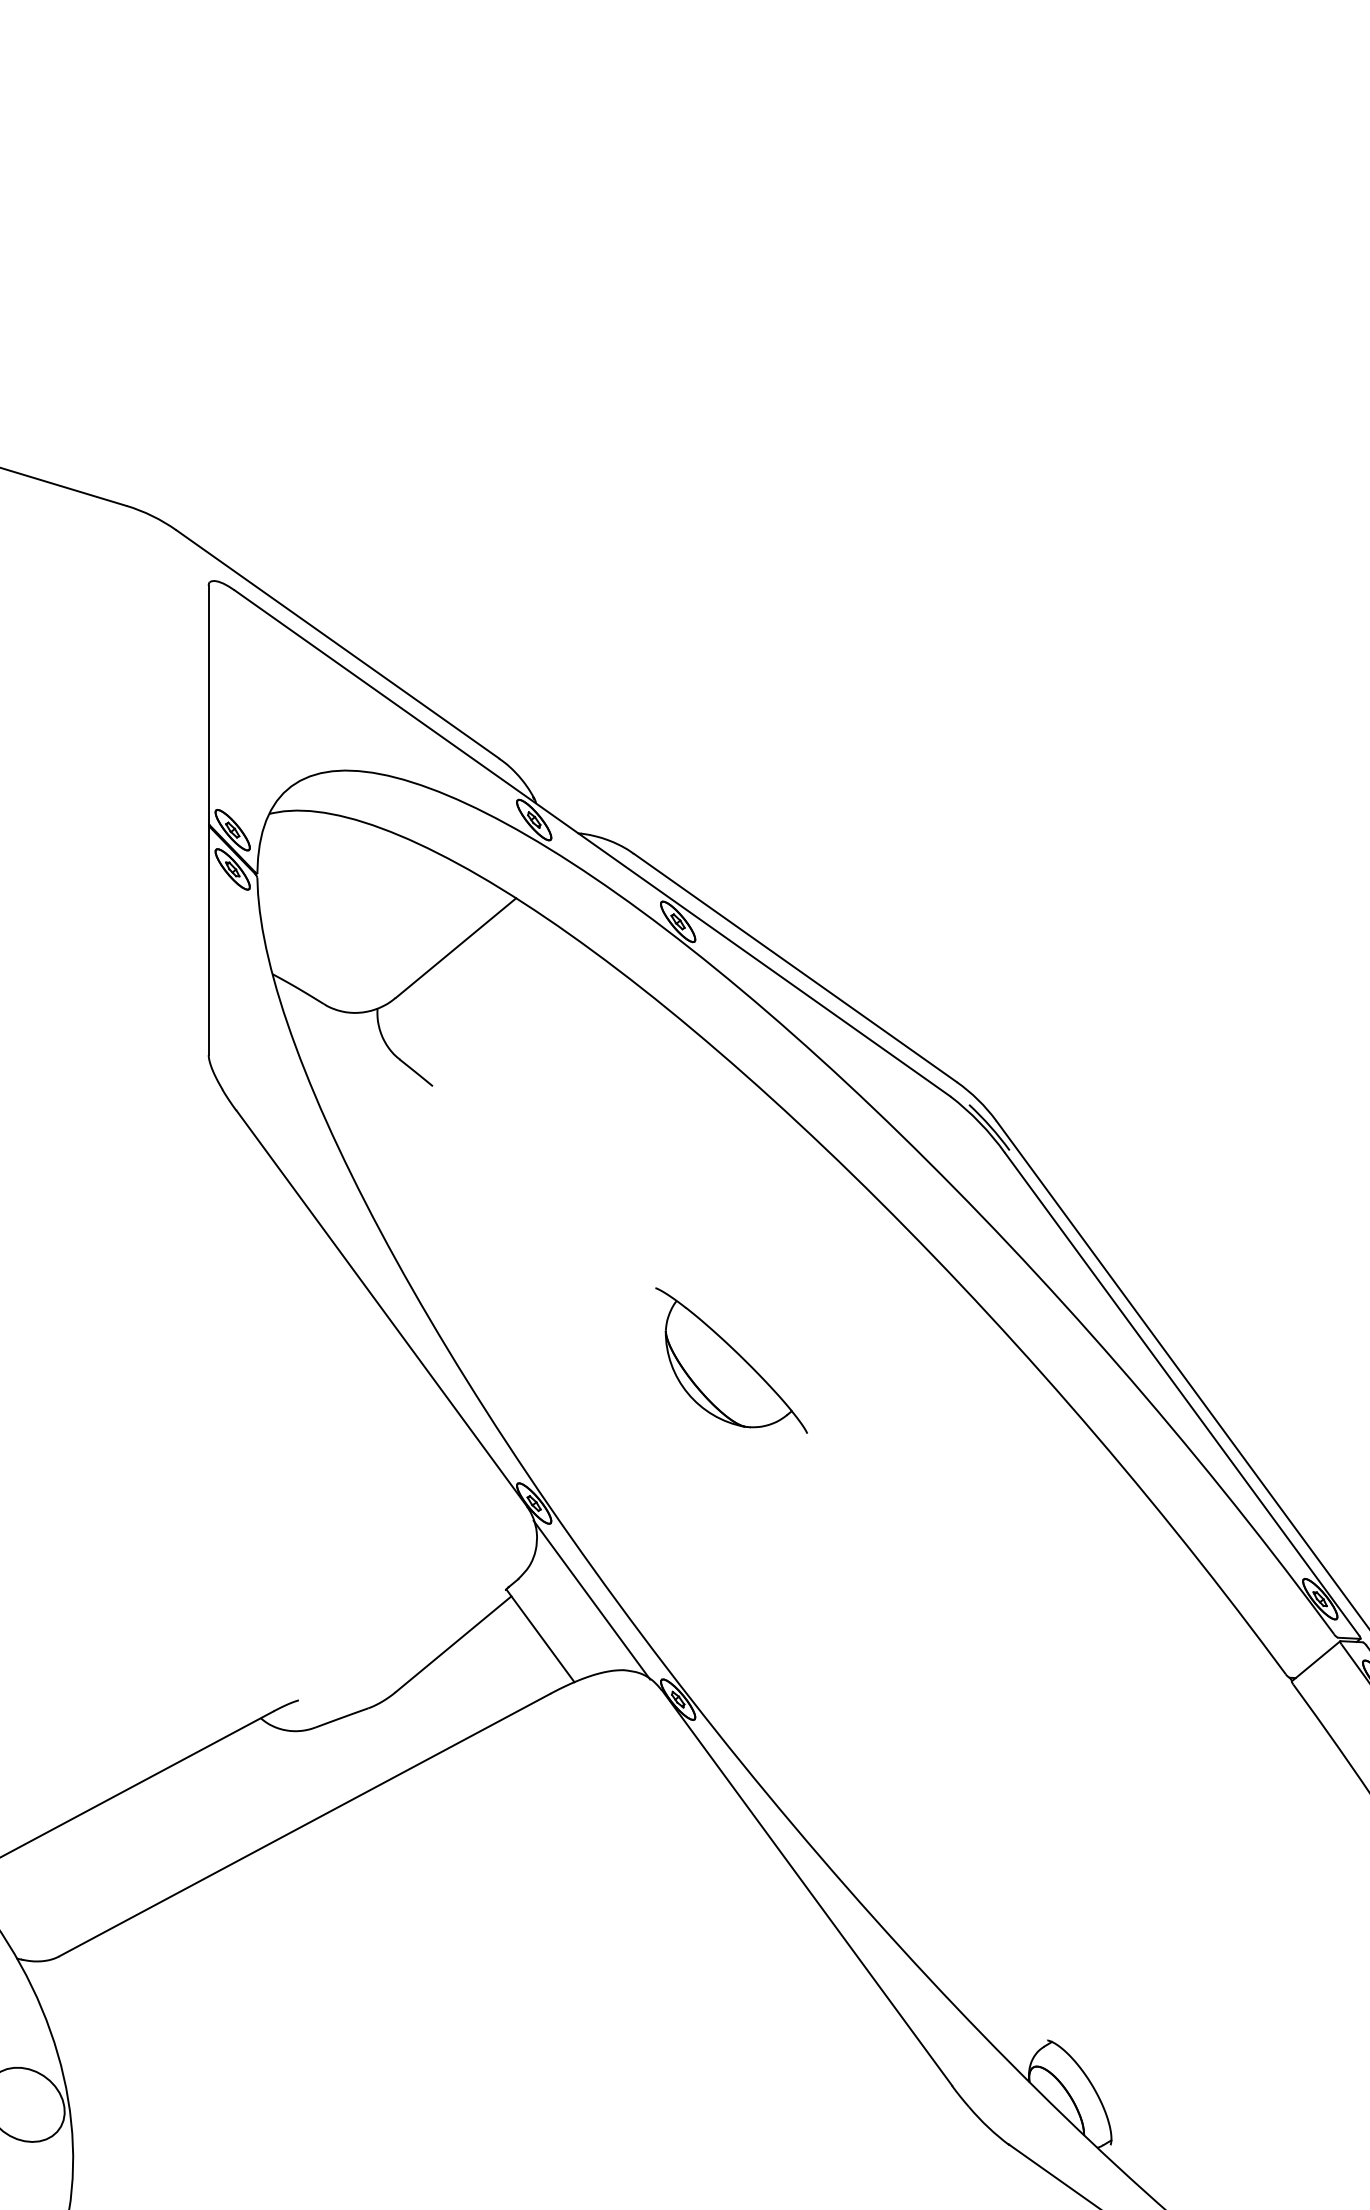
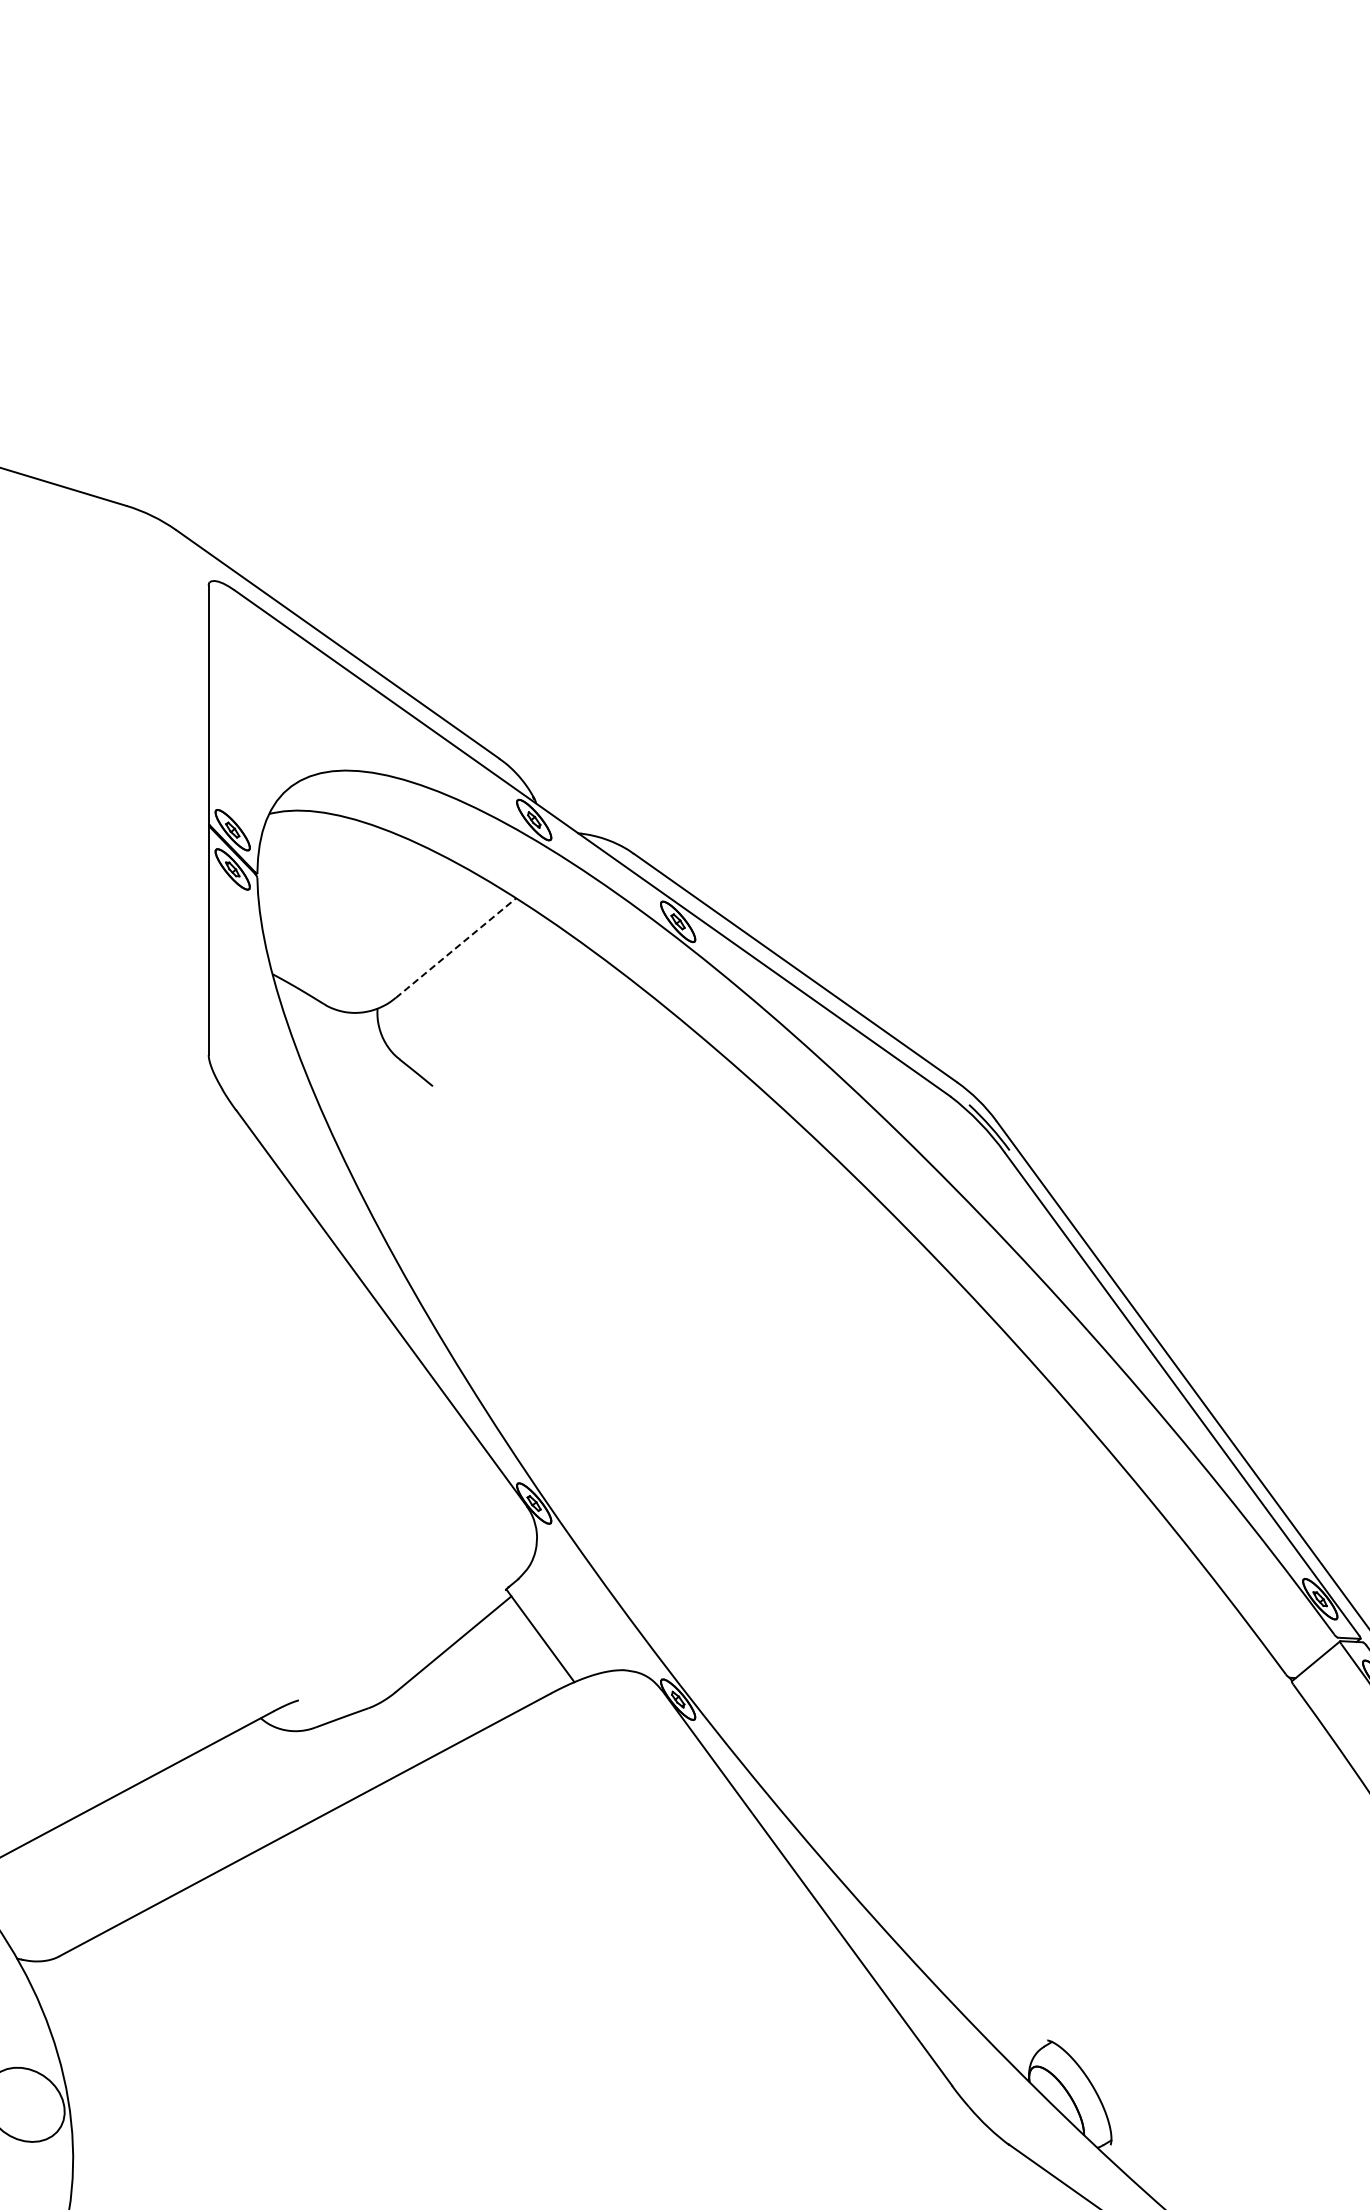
line at (456, 947): solid -> dashed
part at (731, 1360): present -> none
line at (591, 1599): present -> none
